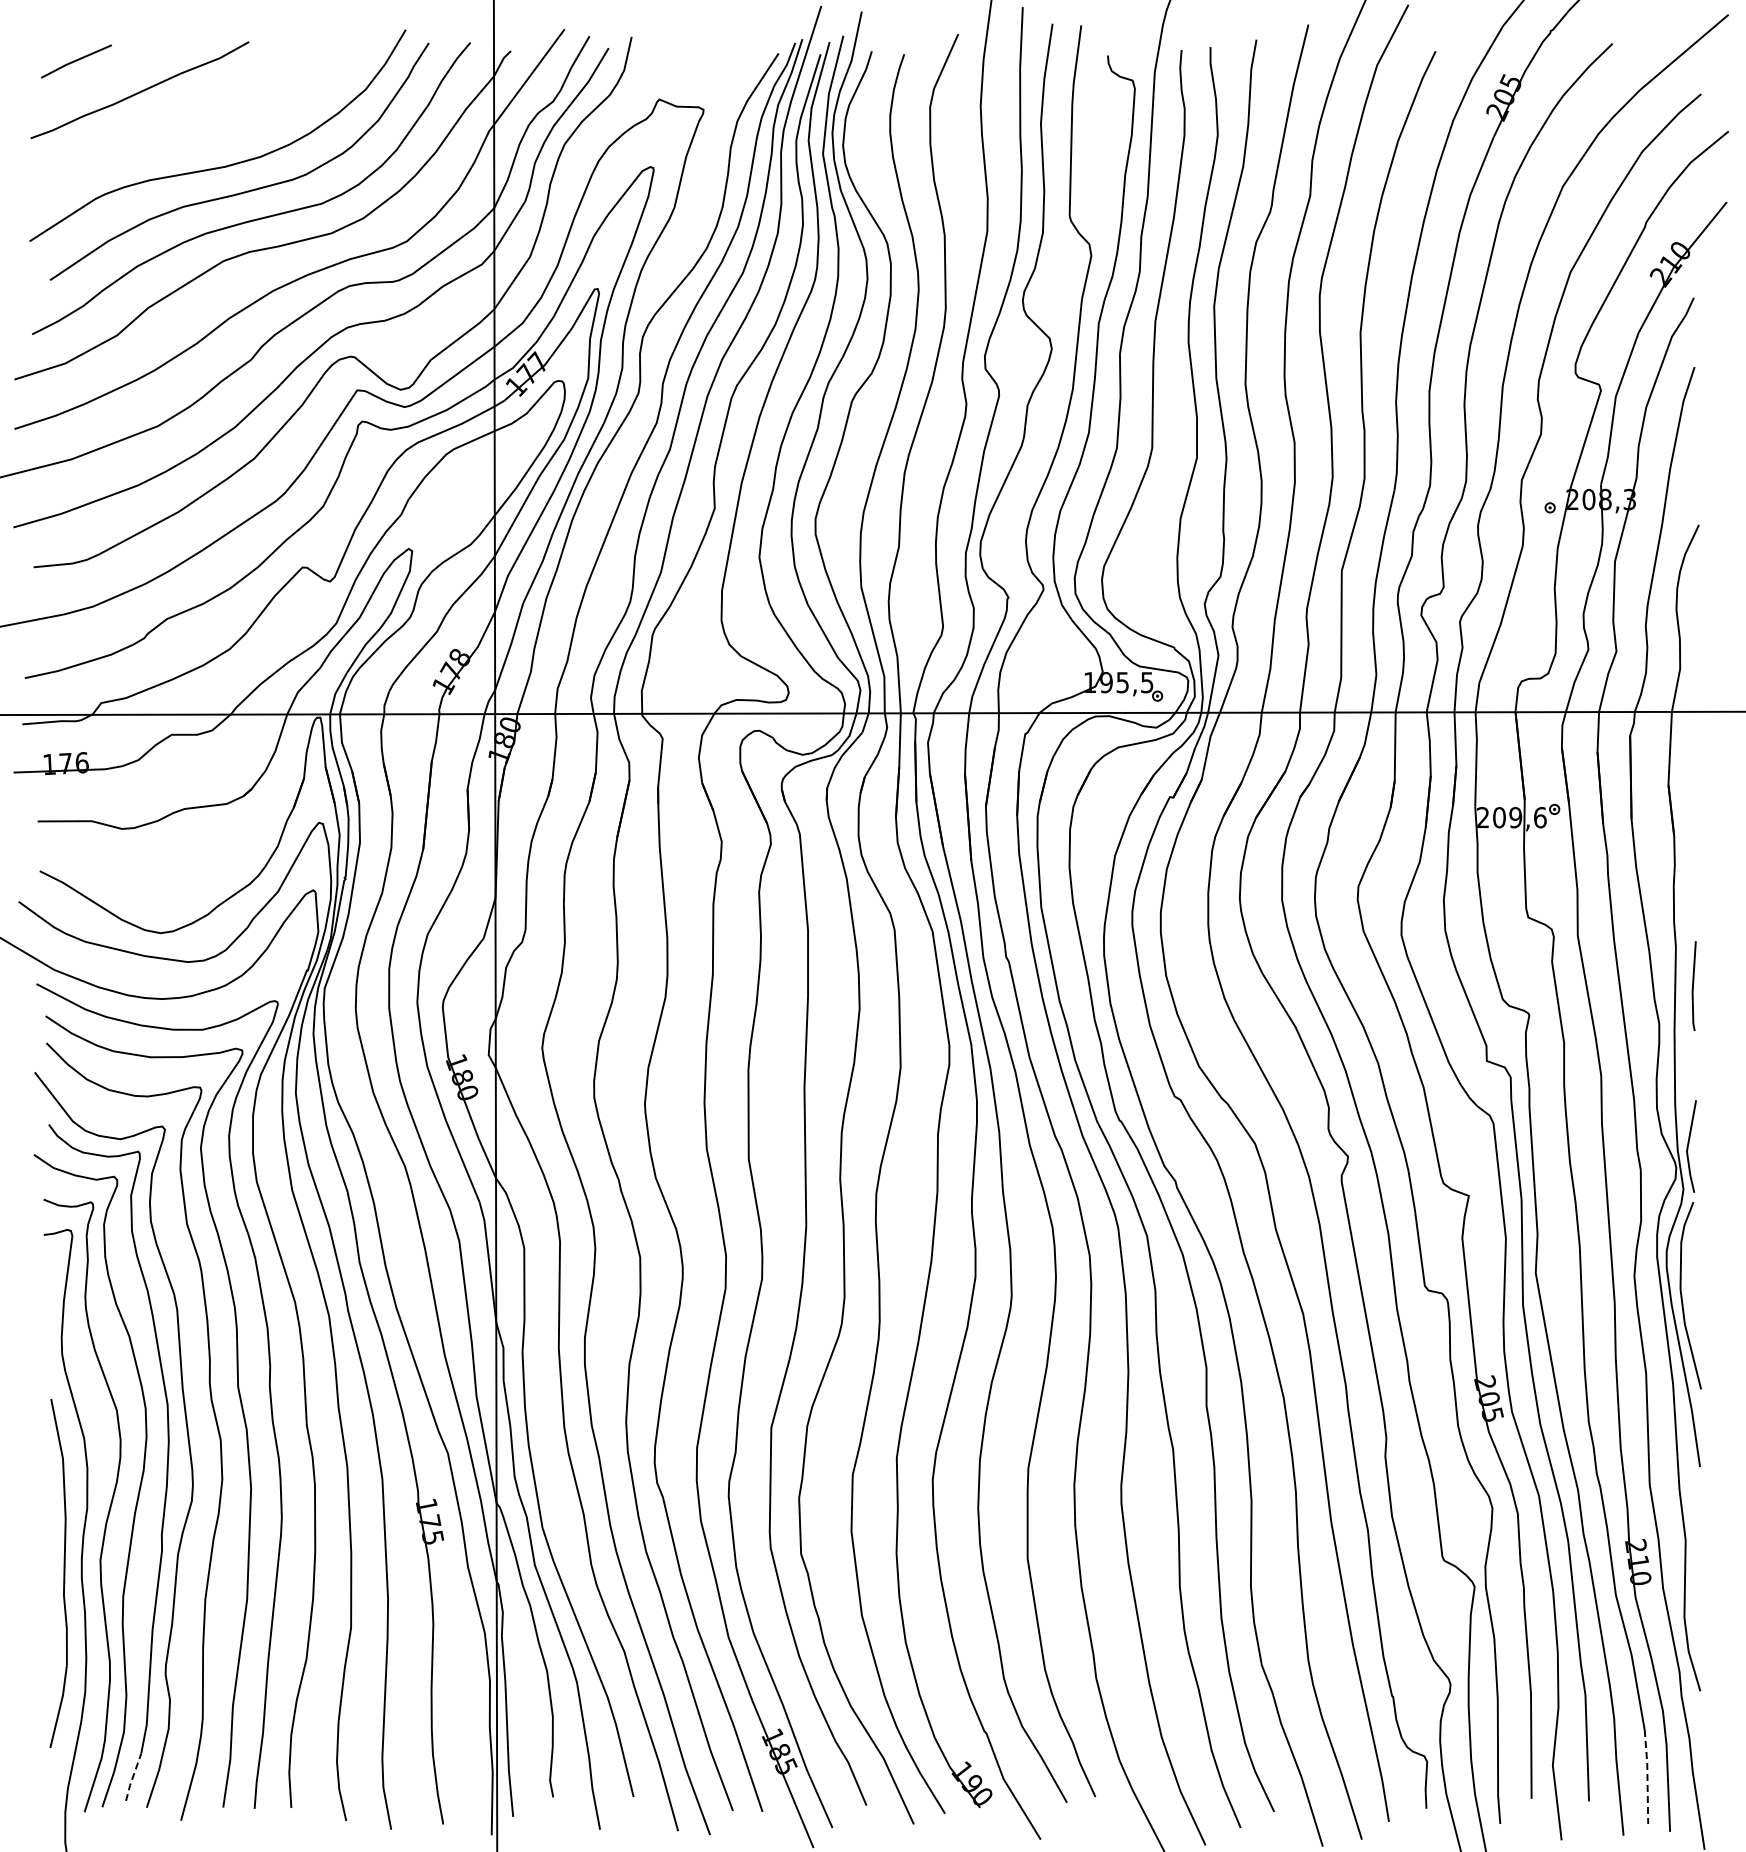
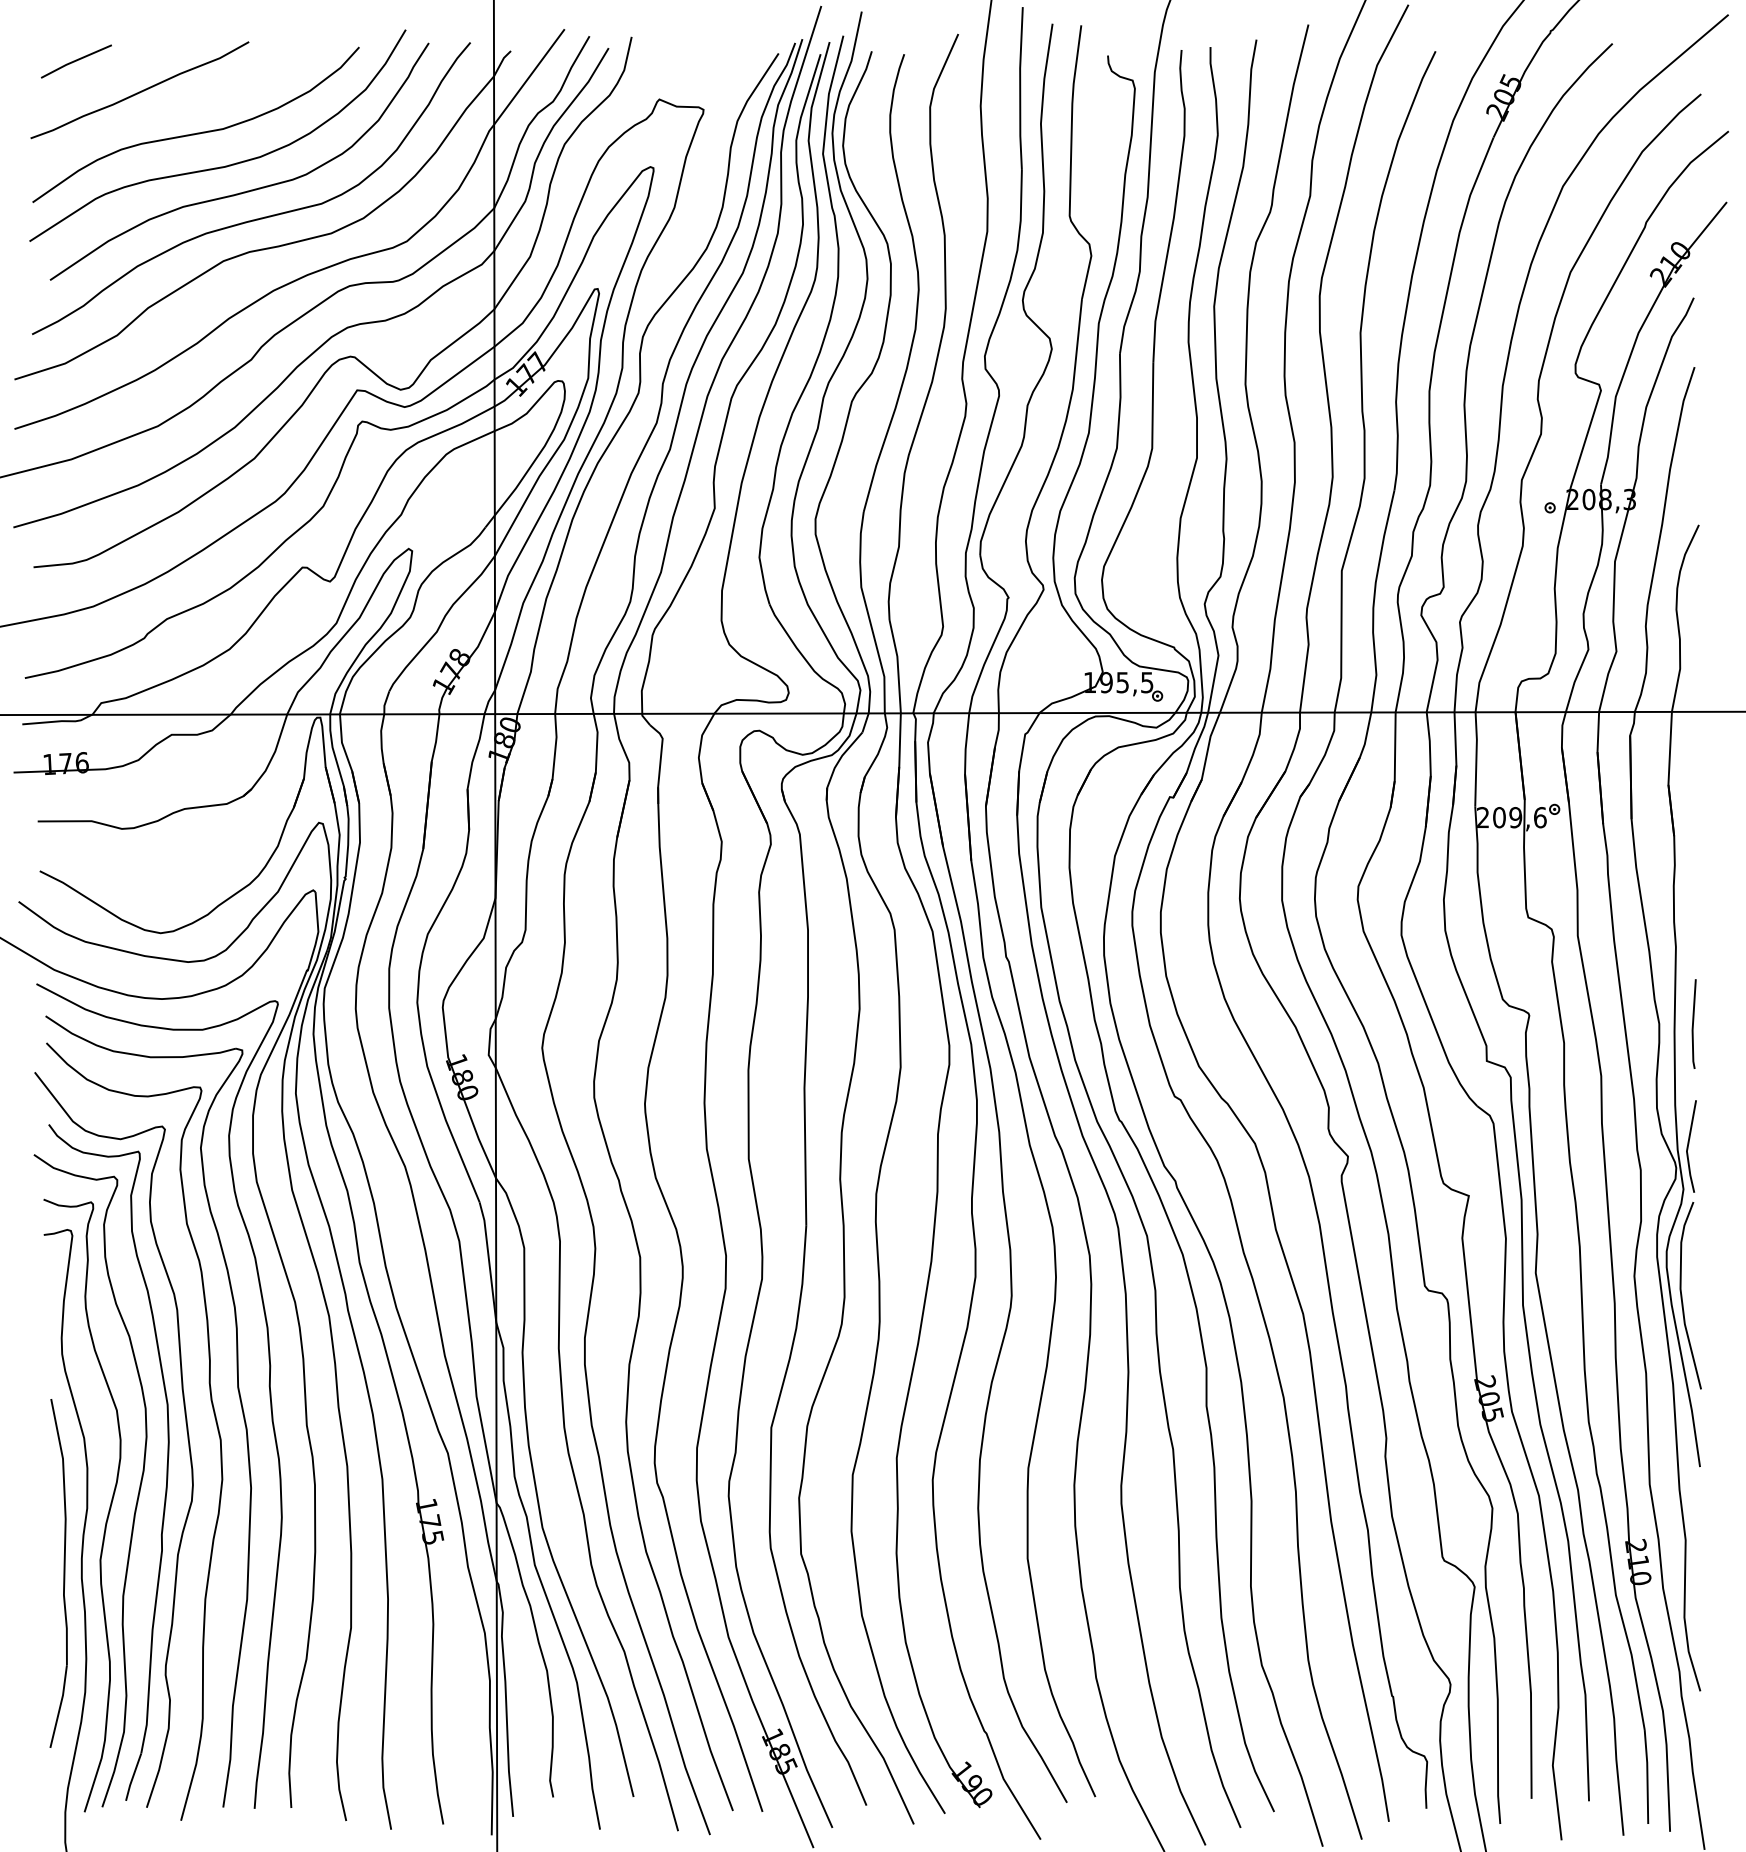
curve at (197, 132): none -> present
line at (1693, 985) position: (1693, 985) -> (1693, 1023)
line at (1647, 1776): dashed -> solid
line at (132, 1777): dashed -> solid
